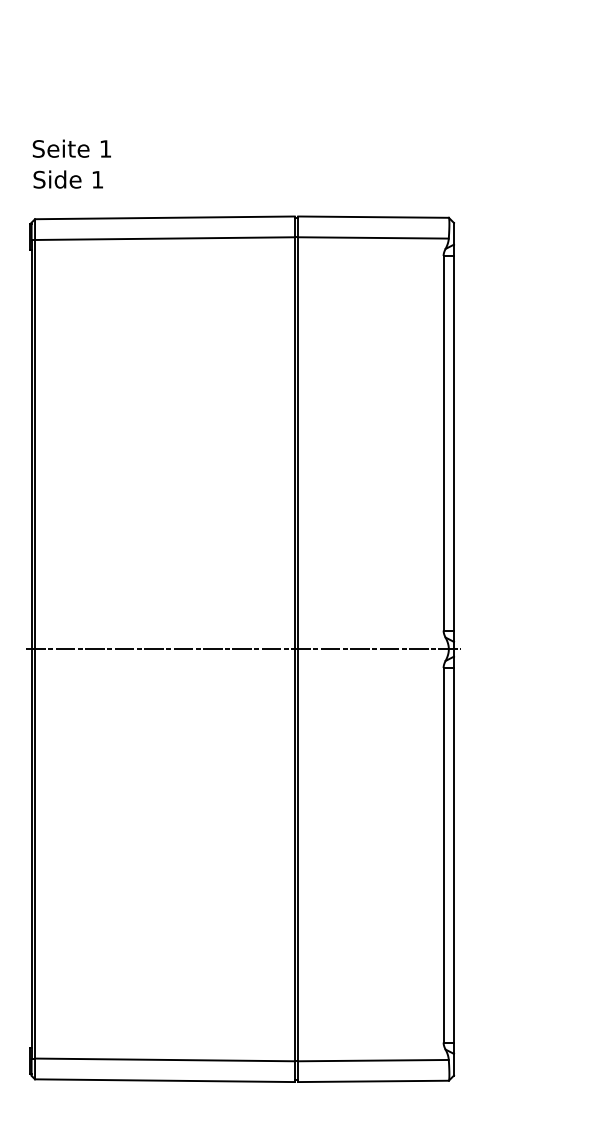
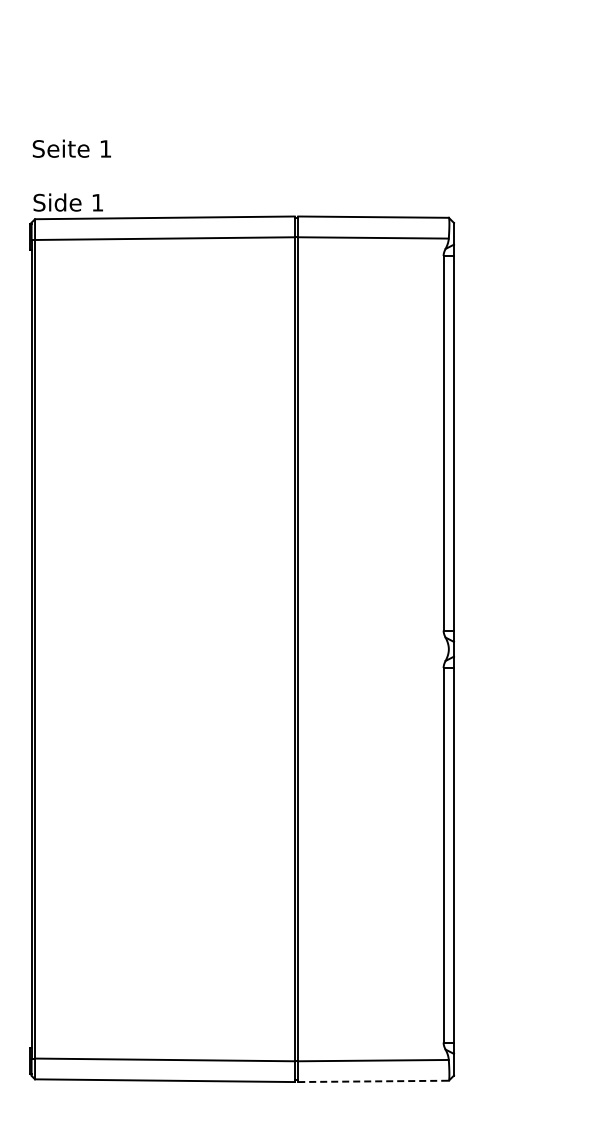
text at (67, 179) position: (67, 179) -> (67, 202)
line at (243, 649): present -> none
line at (374, 1081): solid -> dashed
